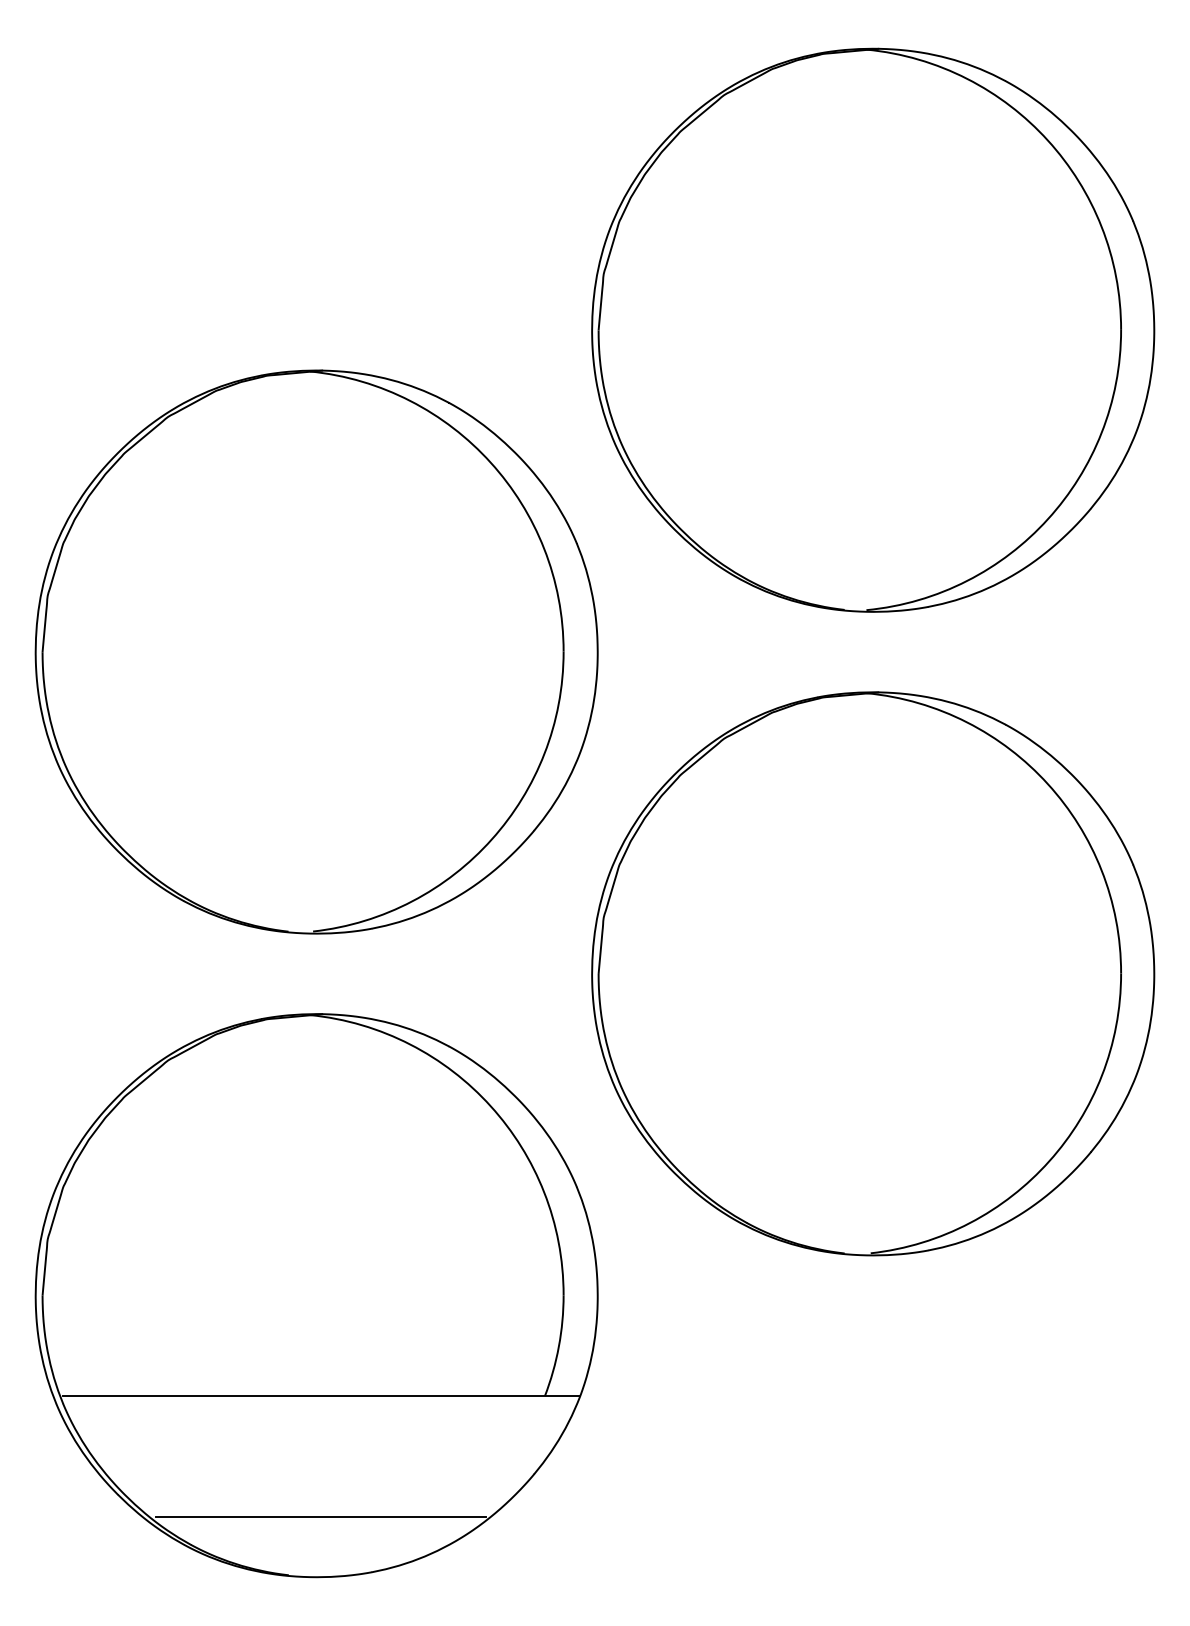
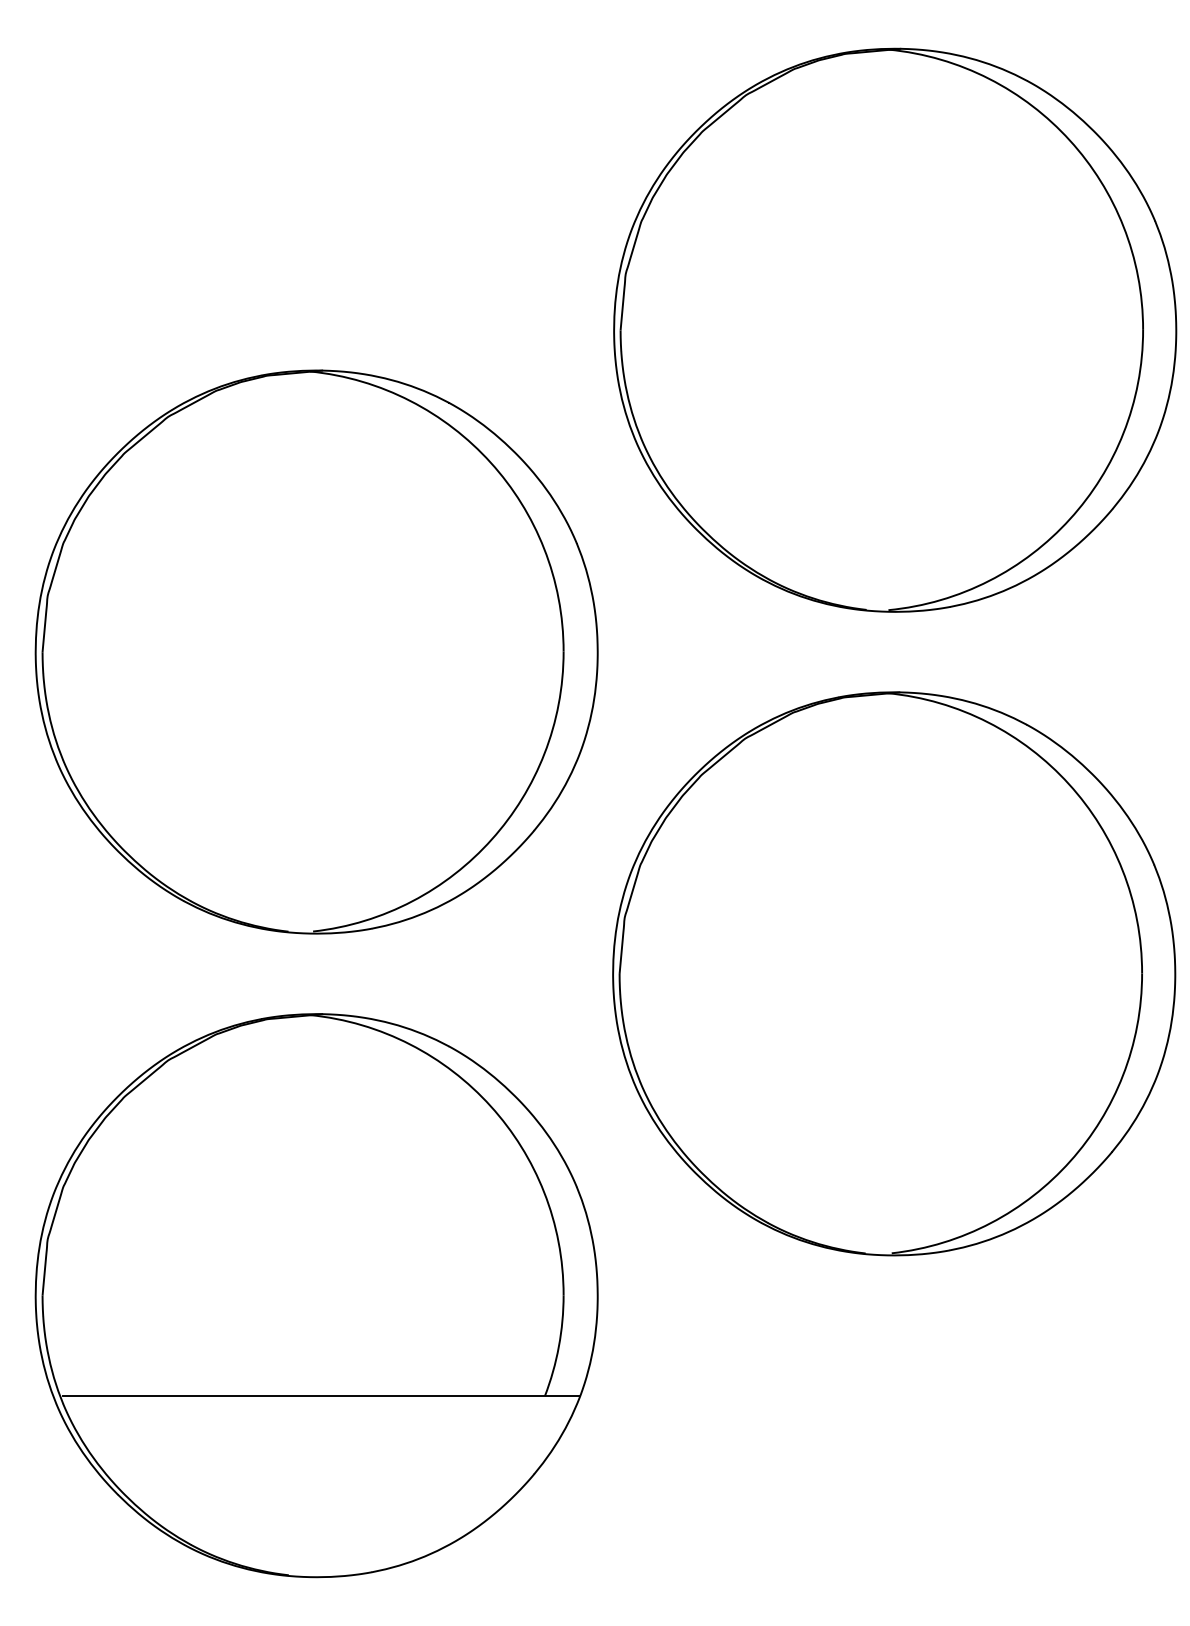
part at (873, 329) position: (873, 329) -> (895, 329)
part at (873, 973) position: (873, 973) -> (894, 973)
line at (320, 1516): present -> none
